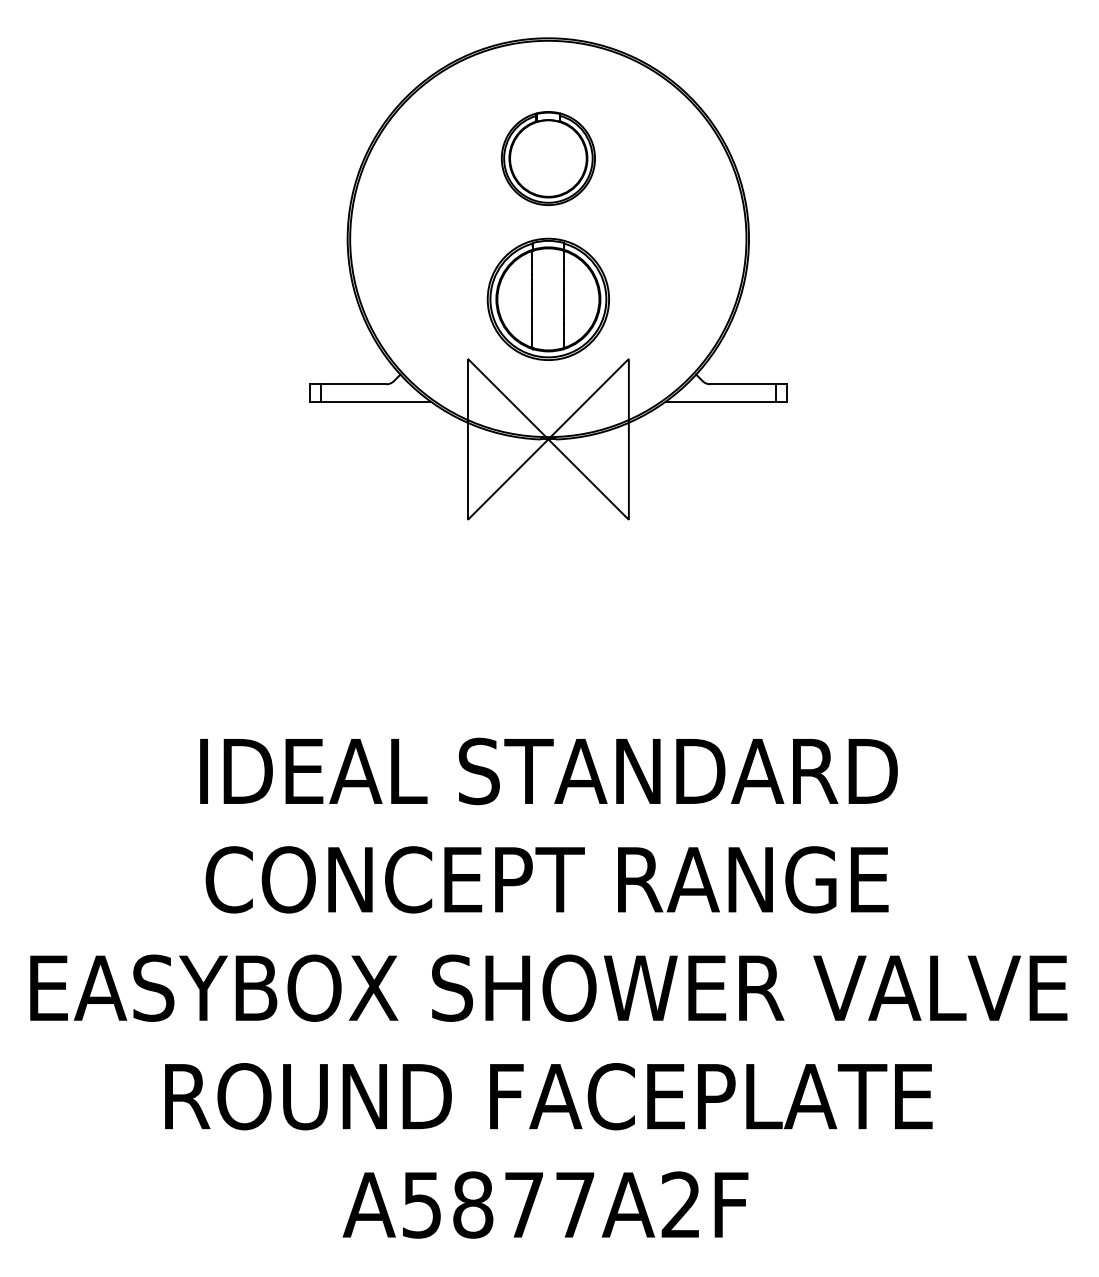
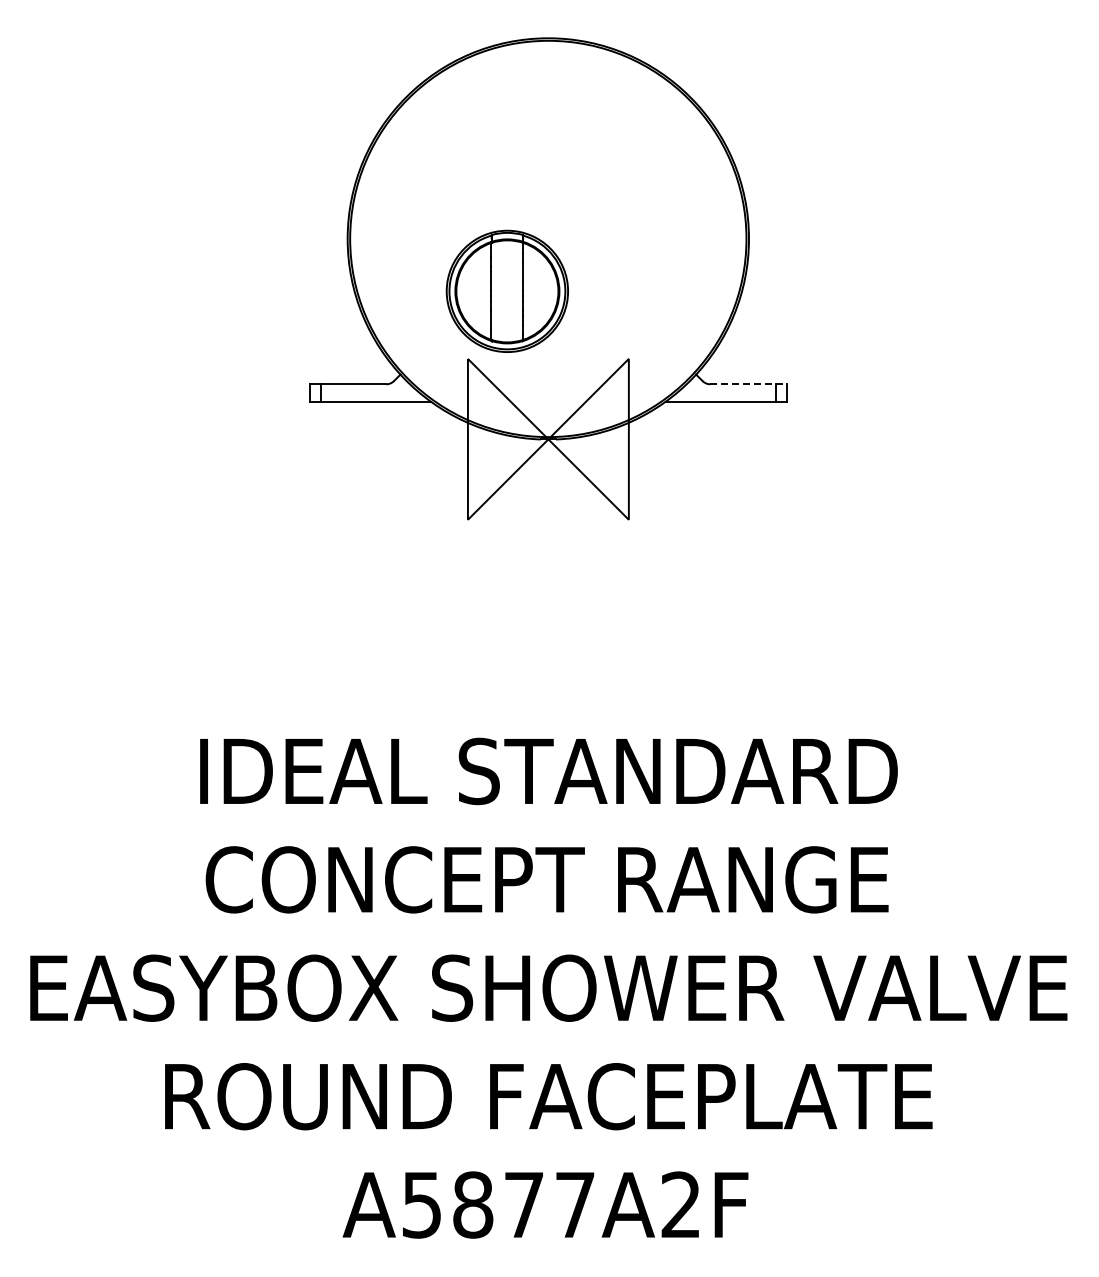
part at (547, 158): present -> none
part at (547, 298) position: (547, 298) -> (506, 290)
line at (749, 384): solid -> dashed
